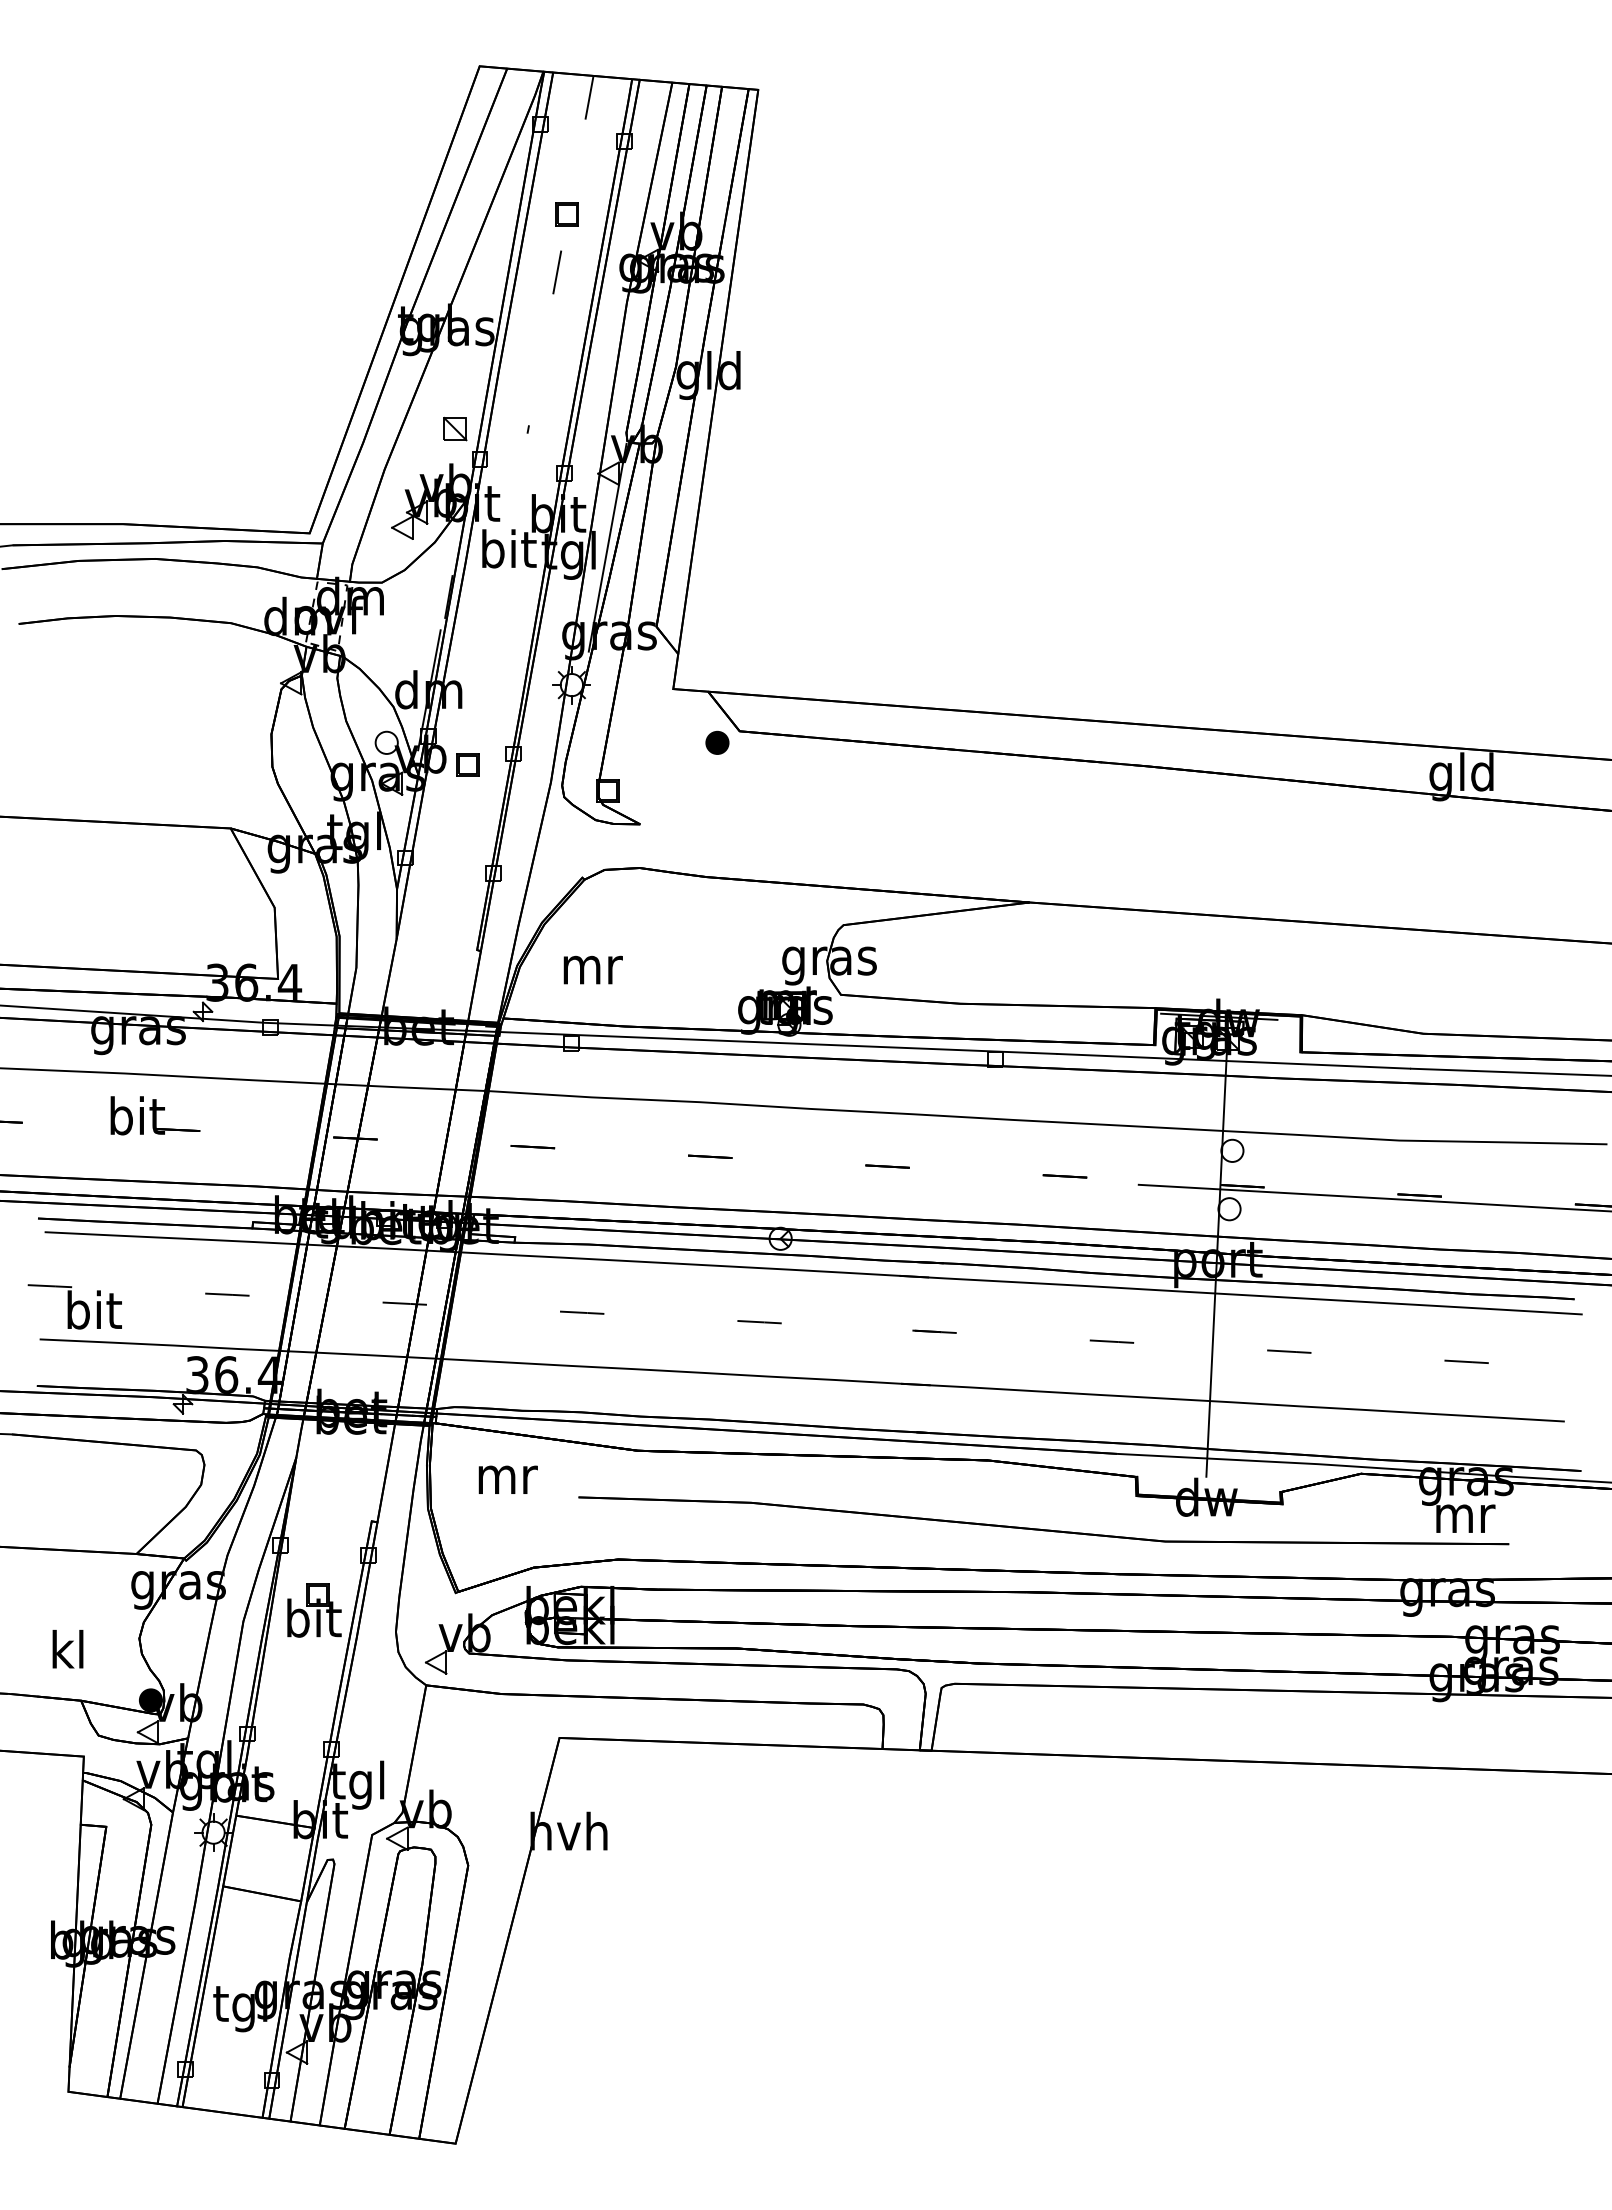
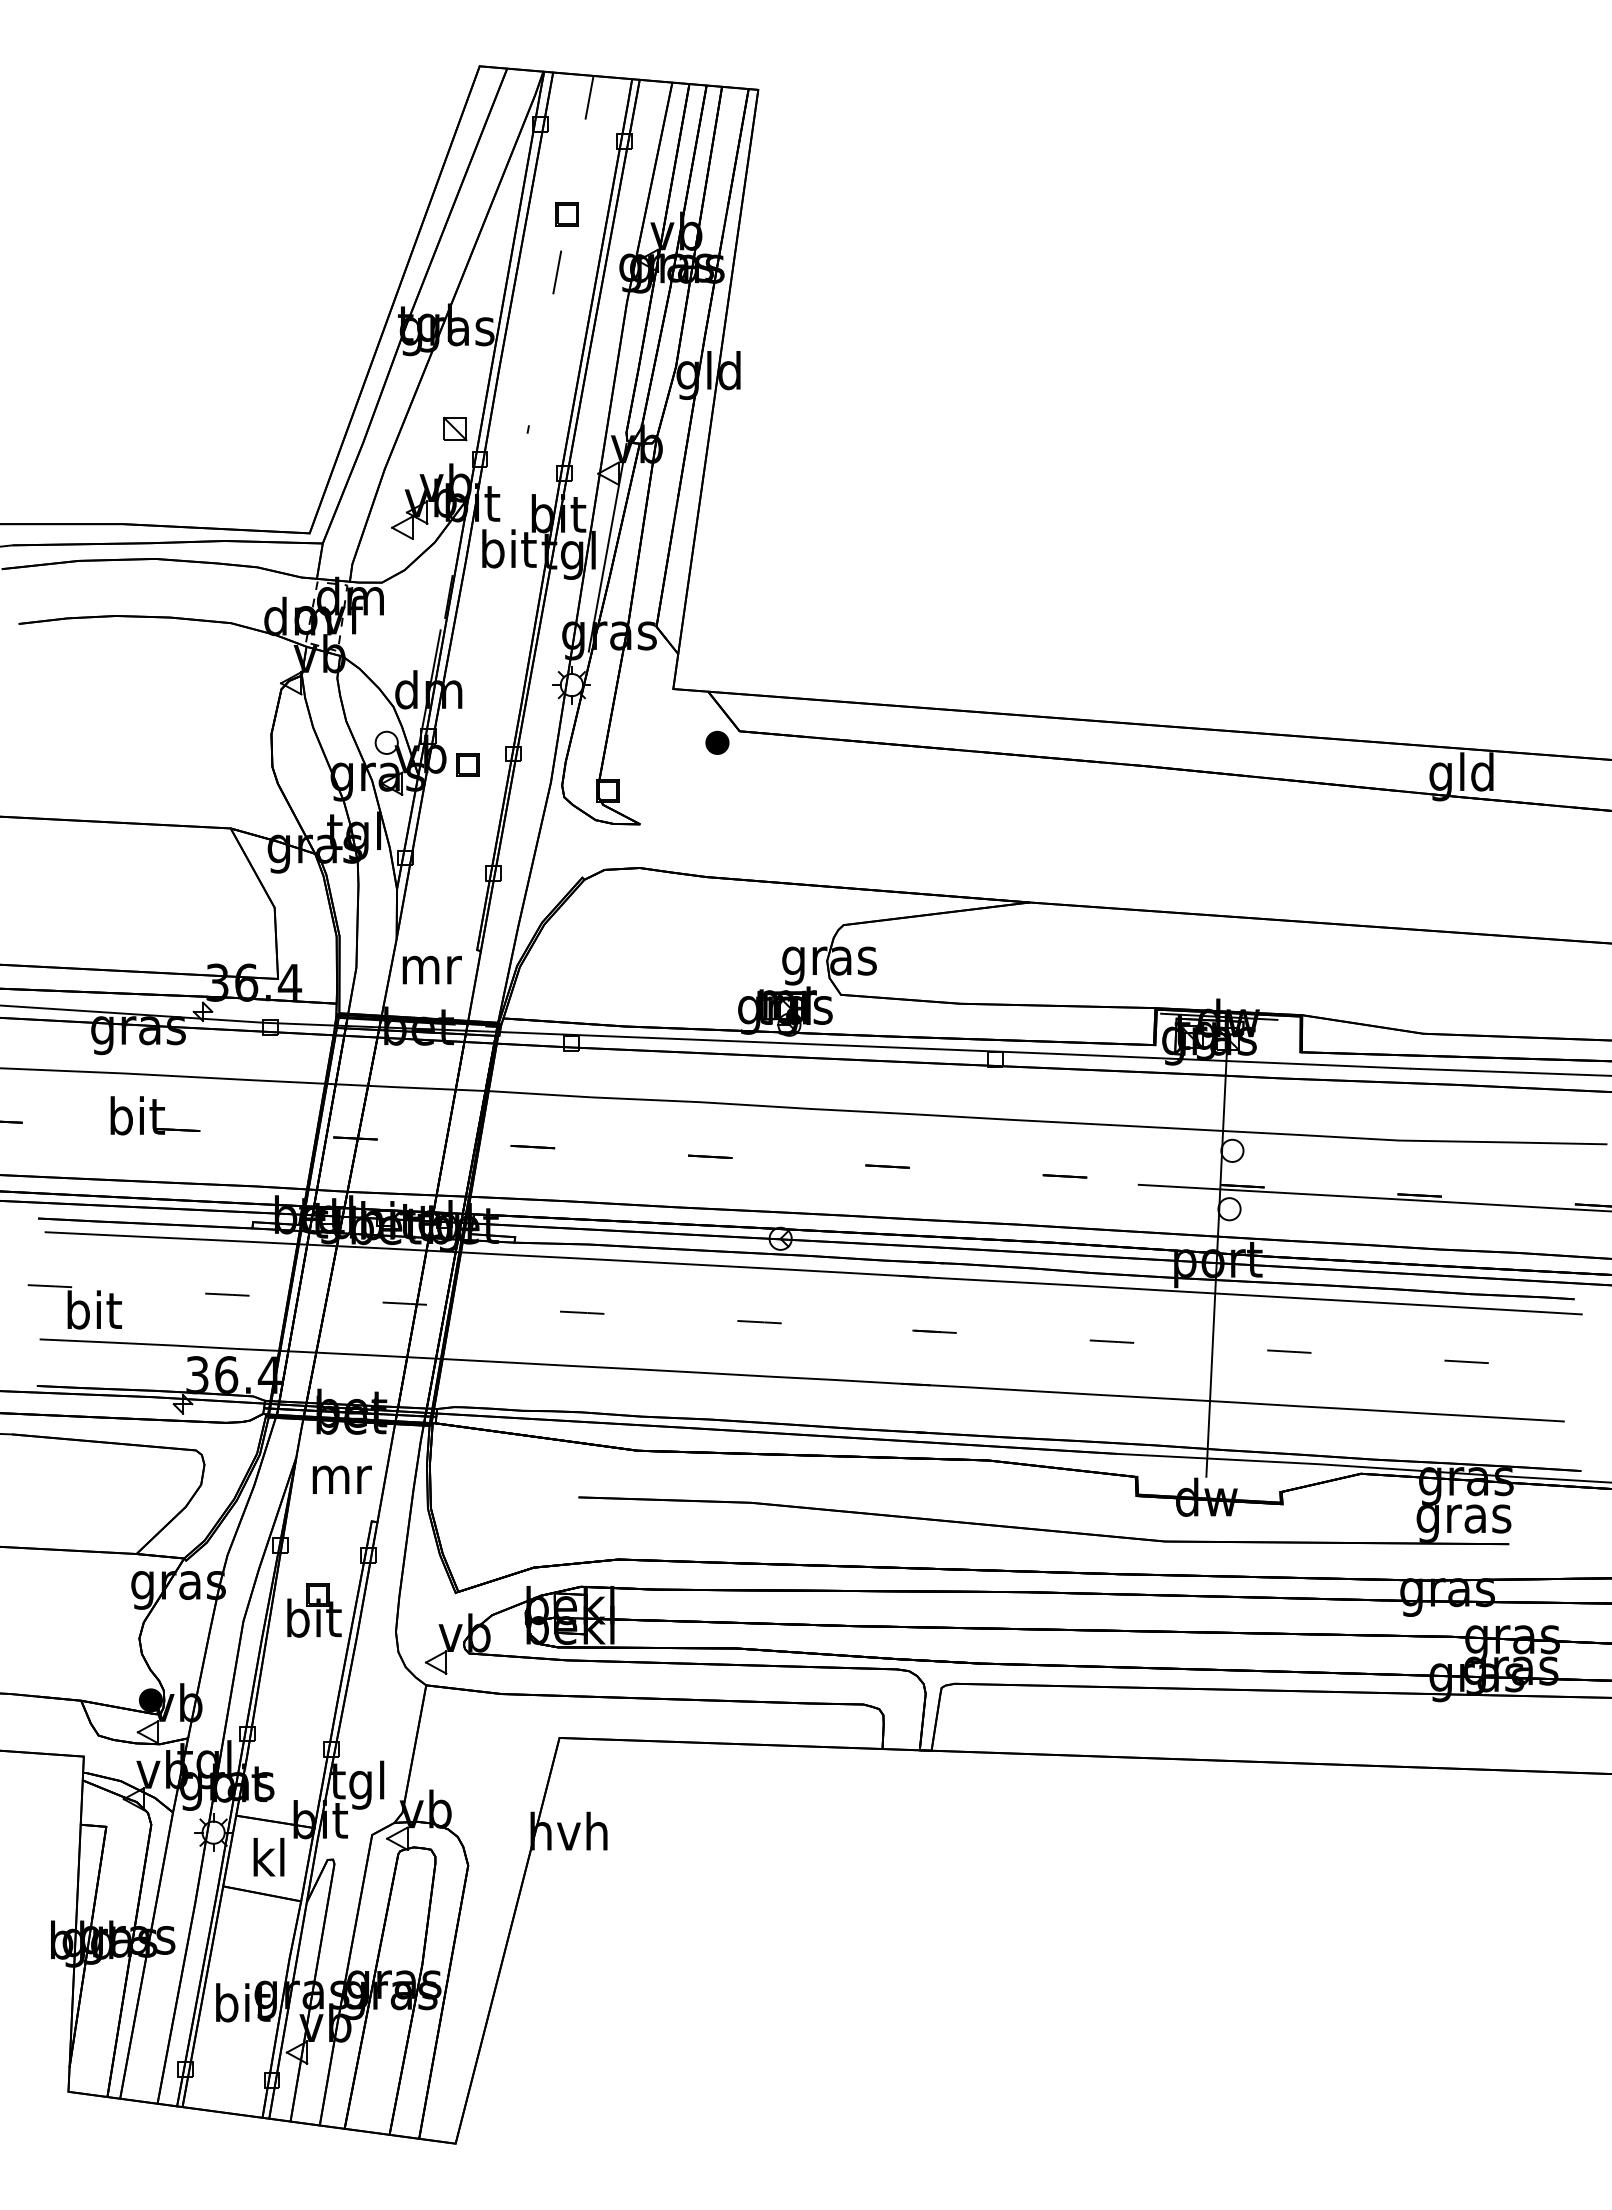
text at (592, 969) position: (592, 969) -> (431, 969)
text at (507, 1479) position: (507, 1479) -> (341, 1479)
text at (1463, 1523): mr -> gras
text at (67, 1649) position: (67, 1649) -> (268, 1857)
text at (241, 2007): tgl -> bit
